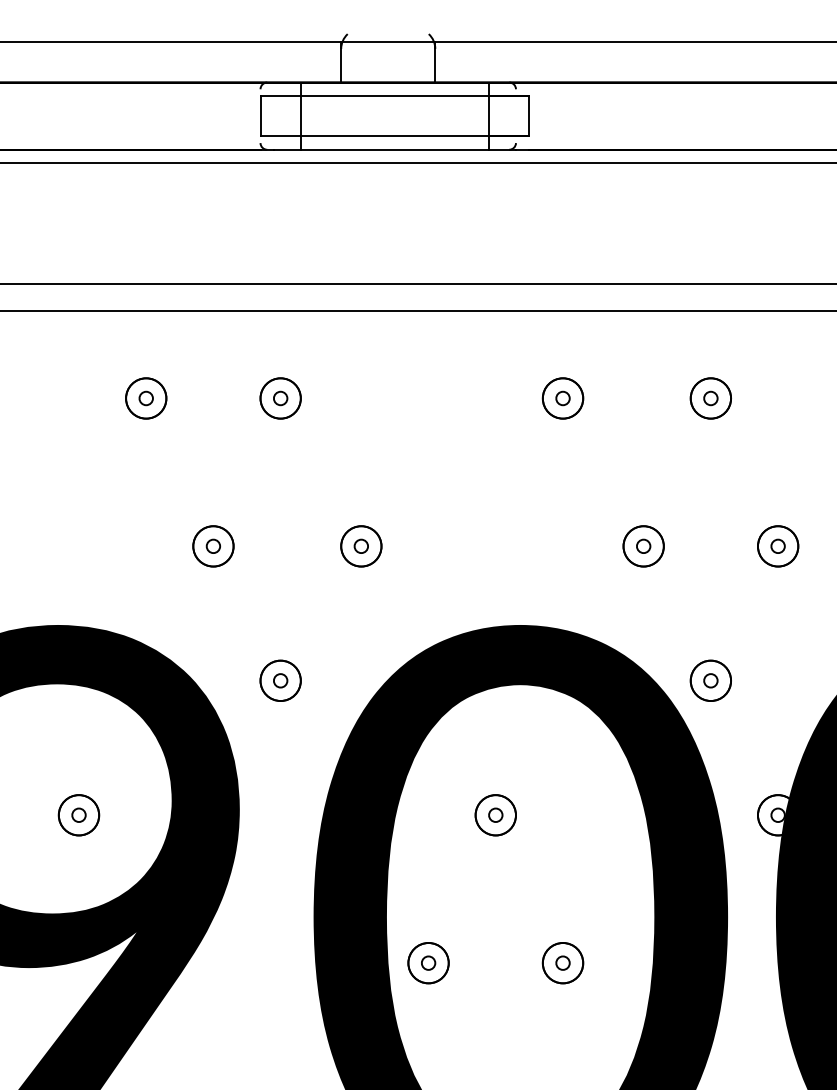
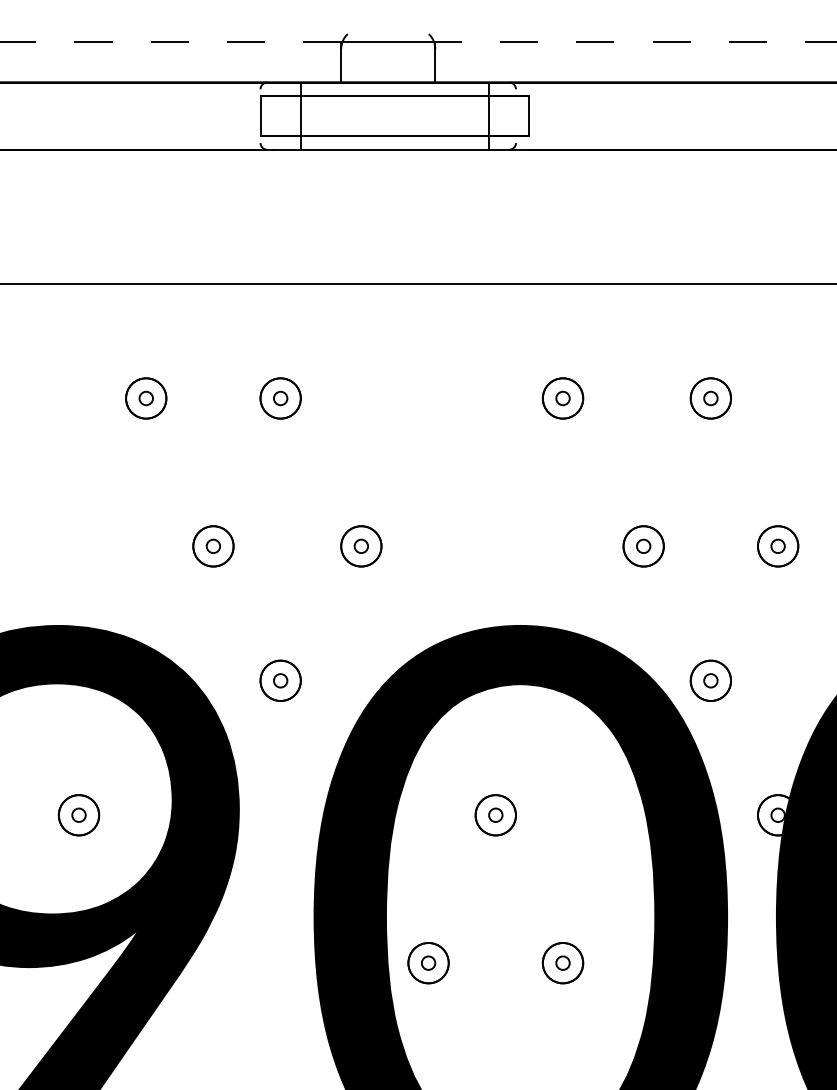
line at (170, 42): solid -> dashed
line at (635, 42): solid -> dashed
line at (417, 163): present -> none
line at (417, 311): present -> none
